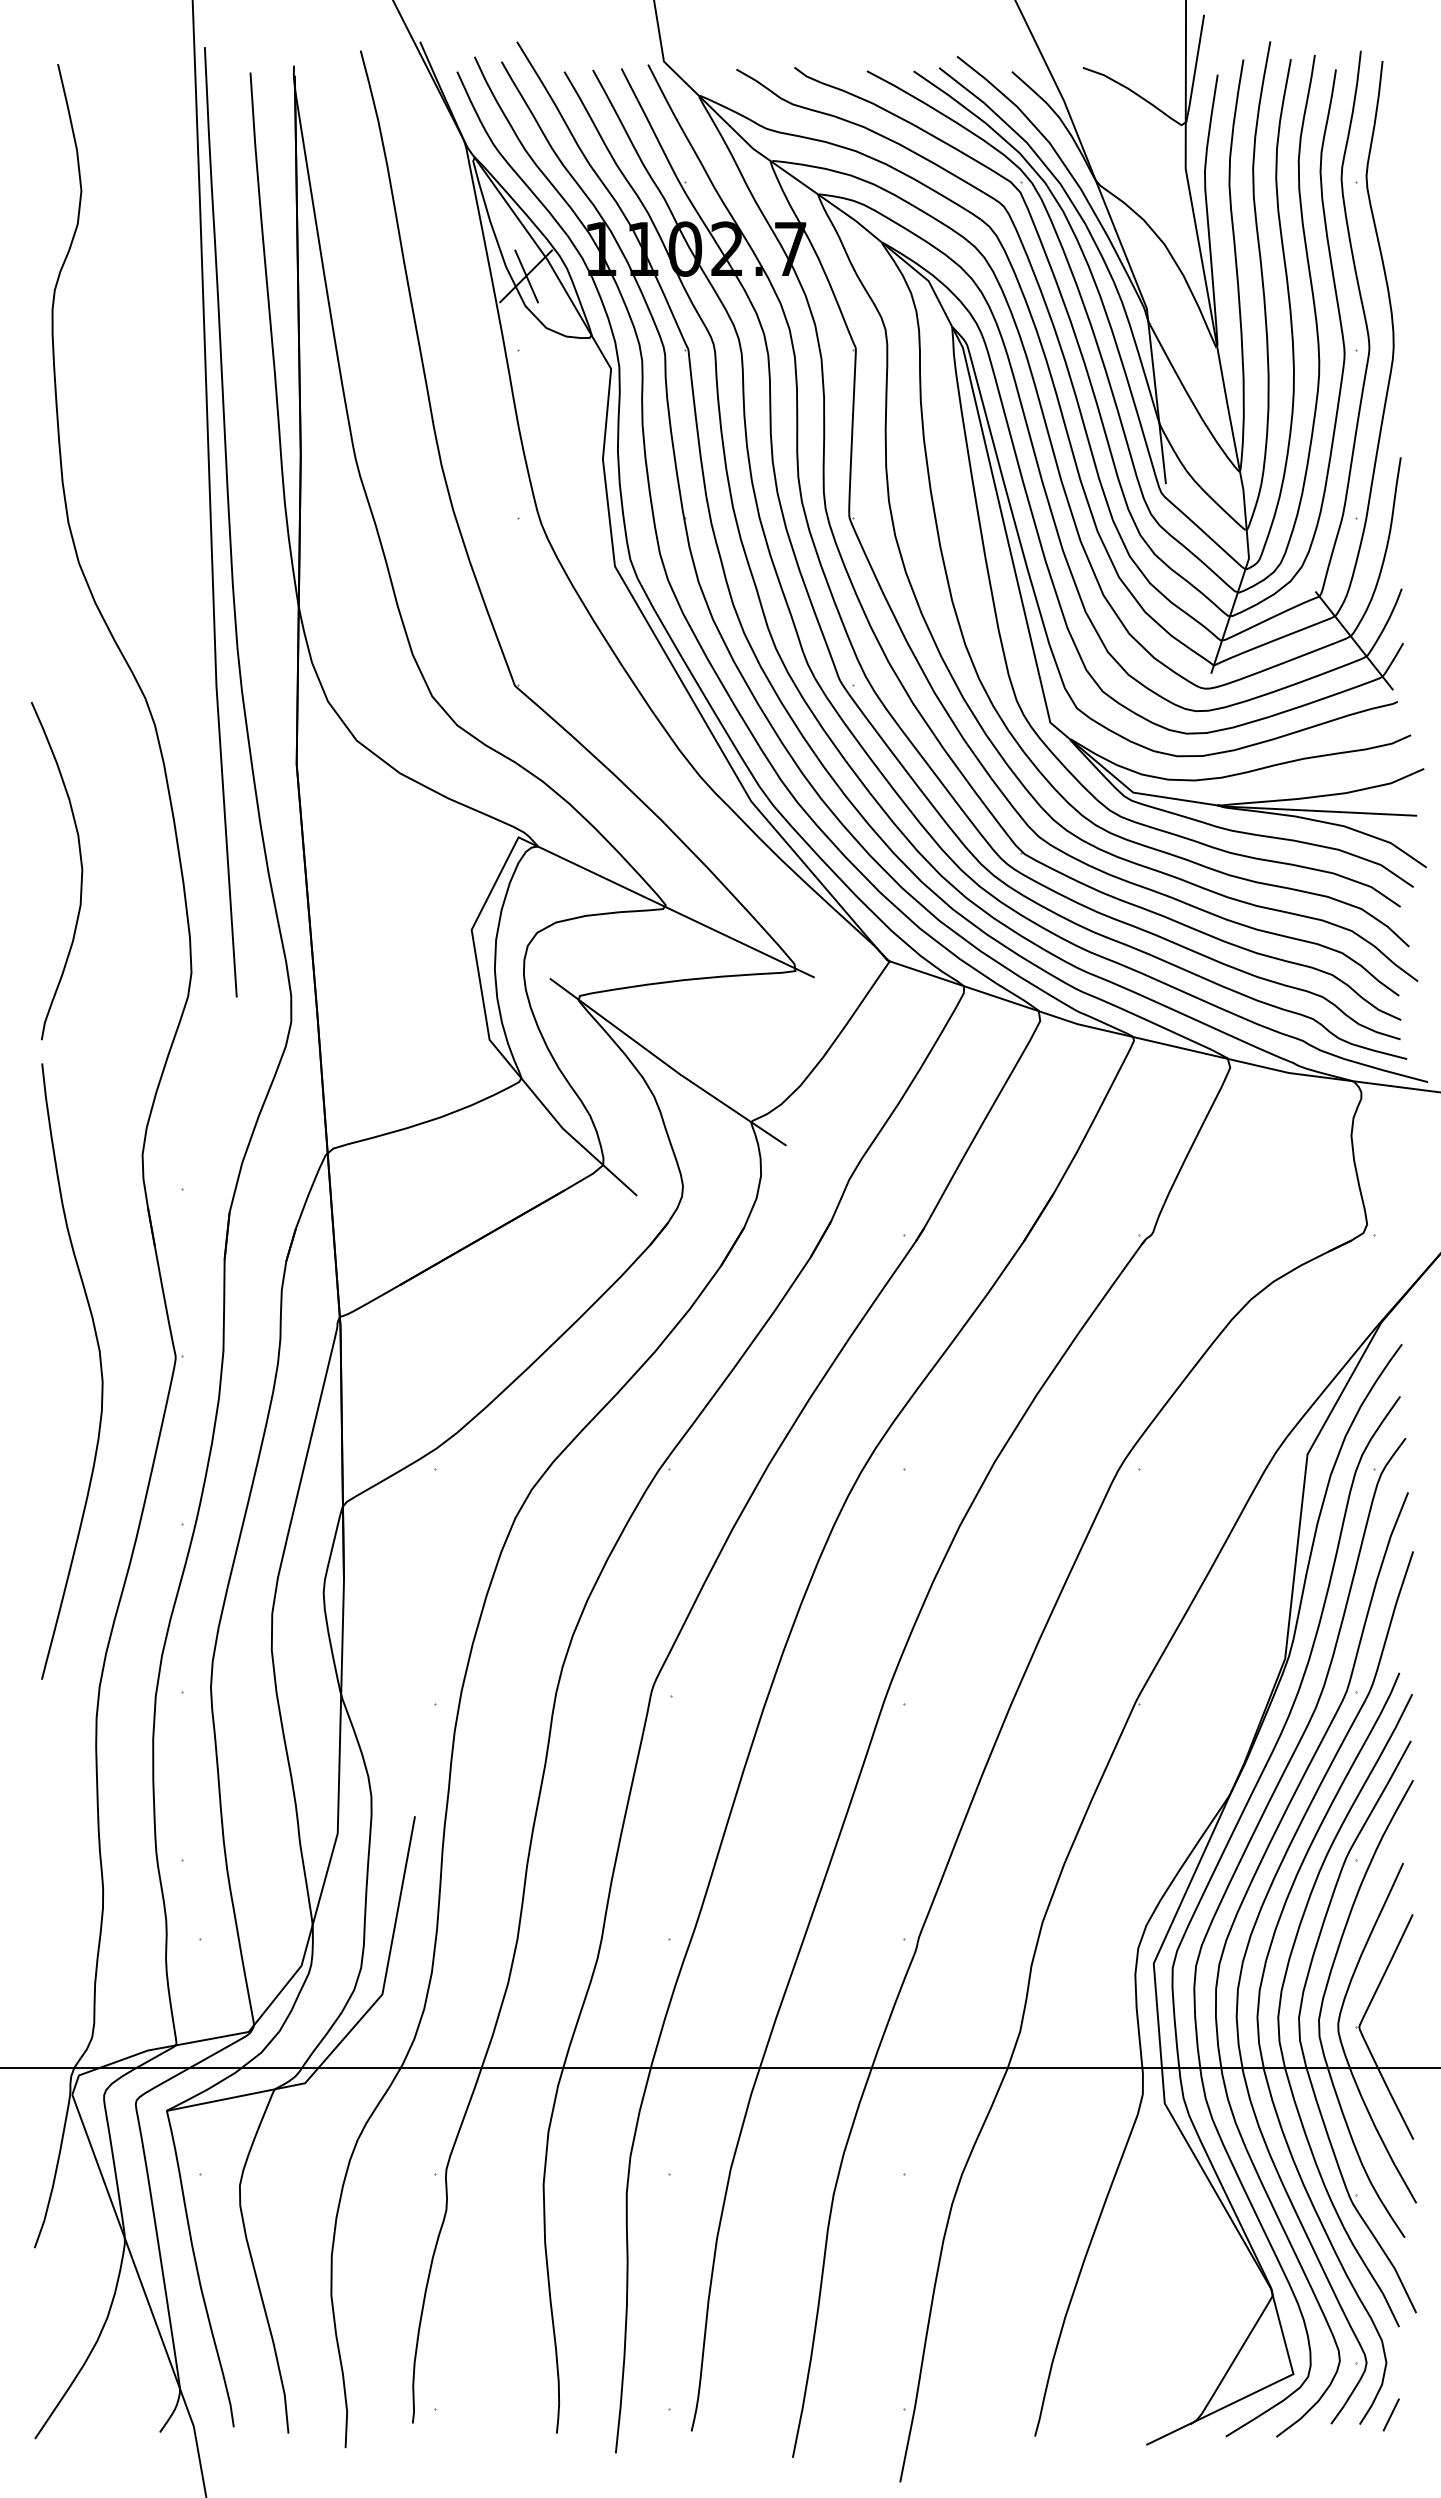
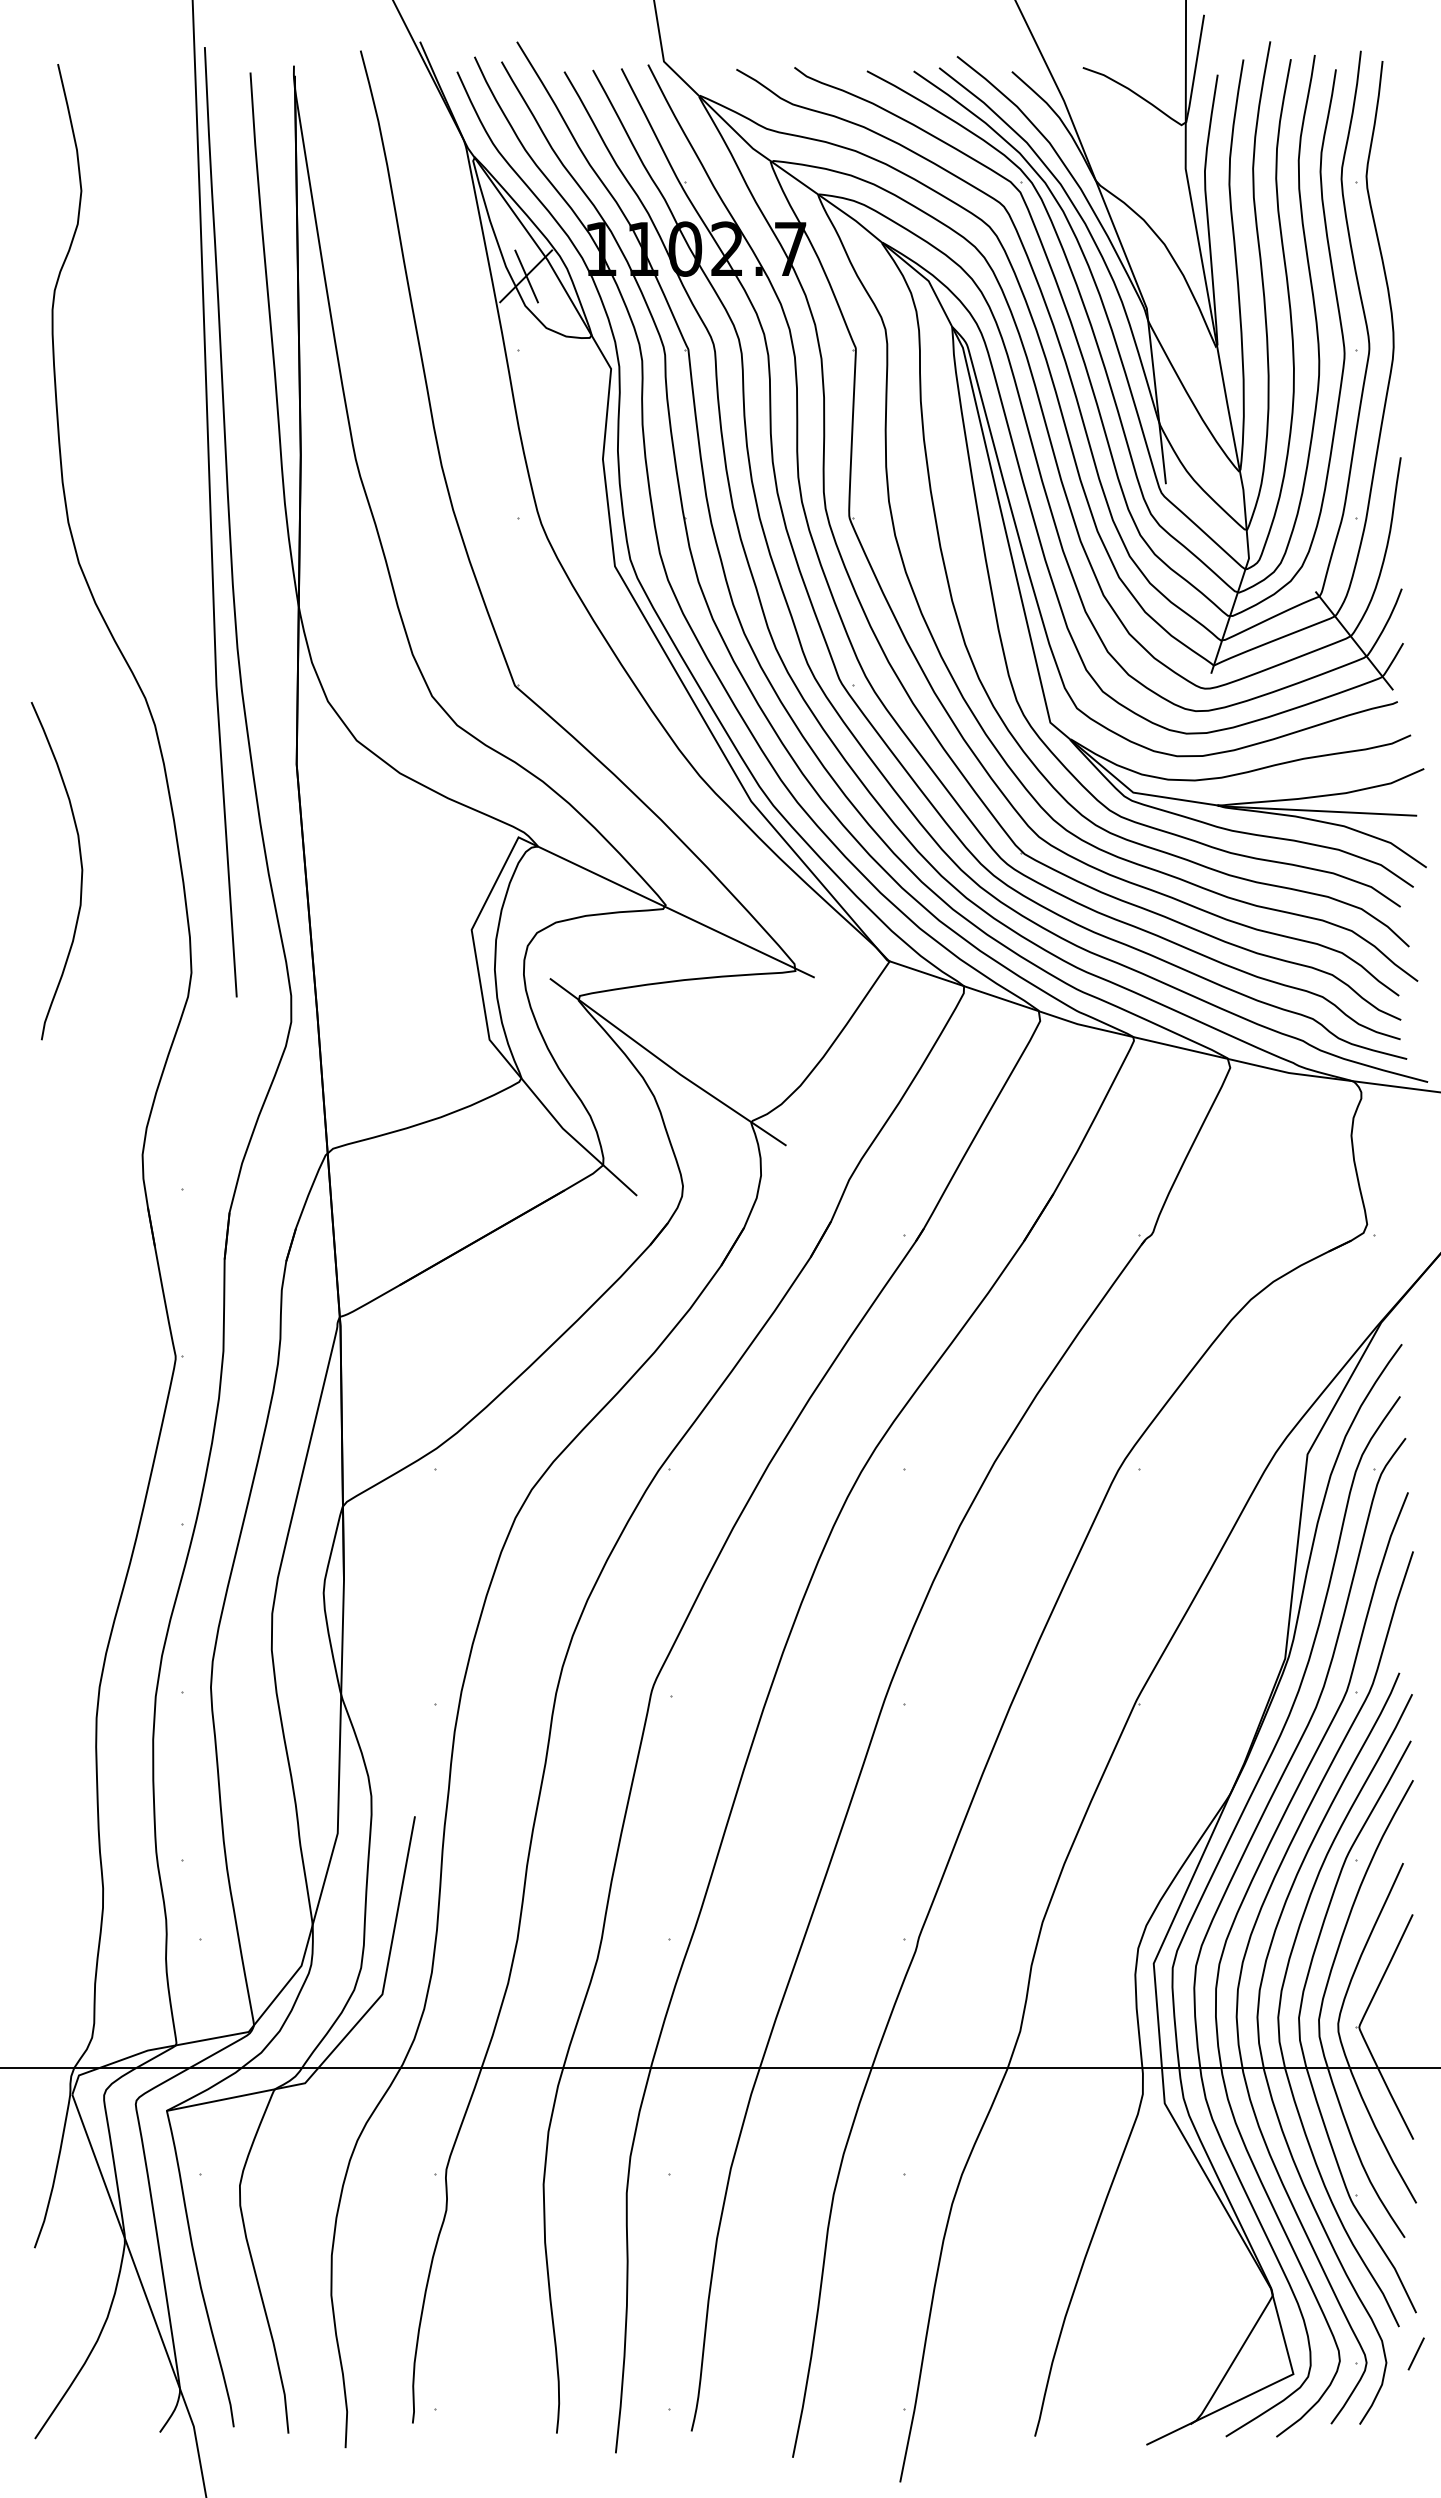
curve at (100, 1371): present -> none
line at (1390, 2414) position: (1390, 2414) -> (1415, 2353)
